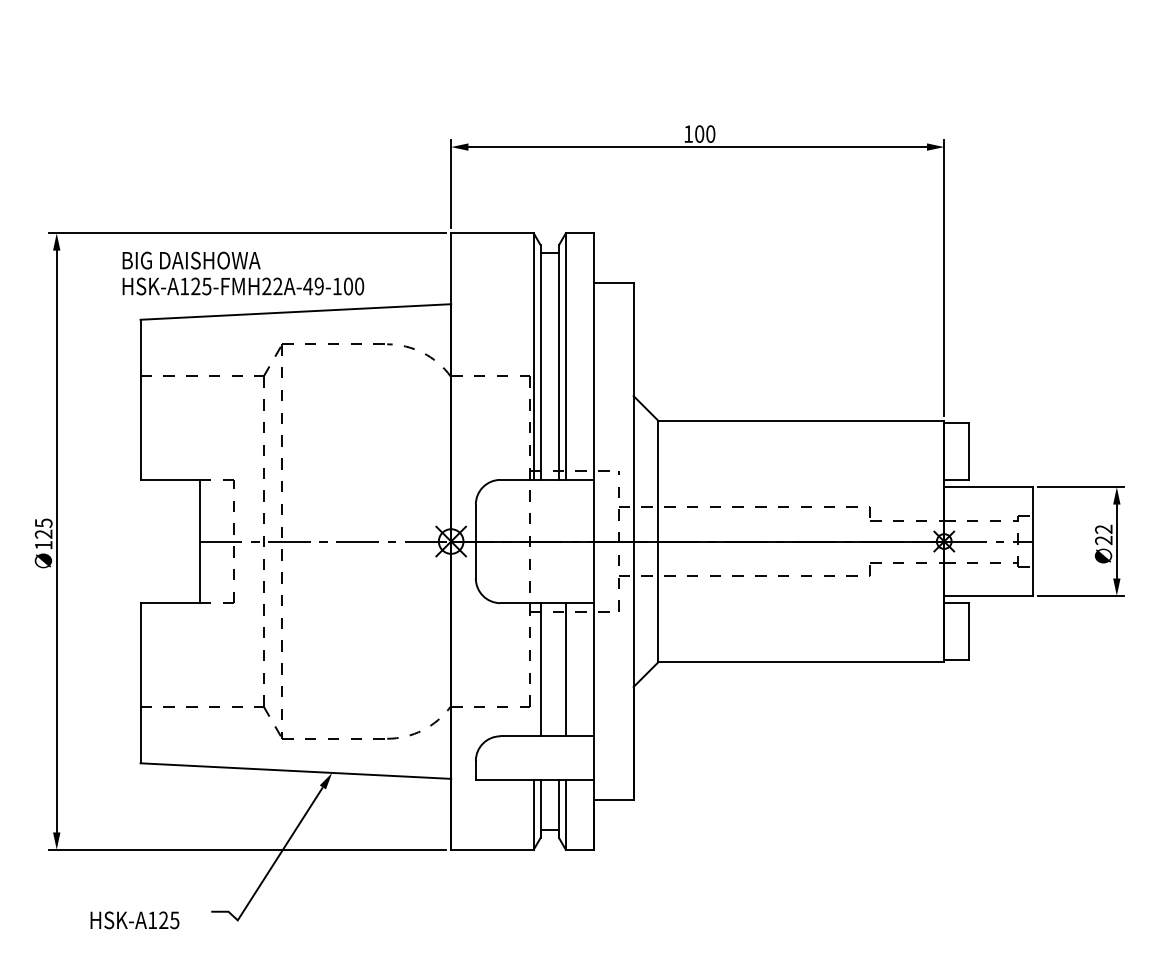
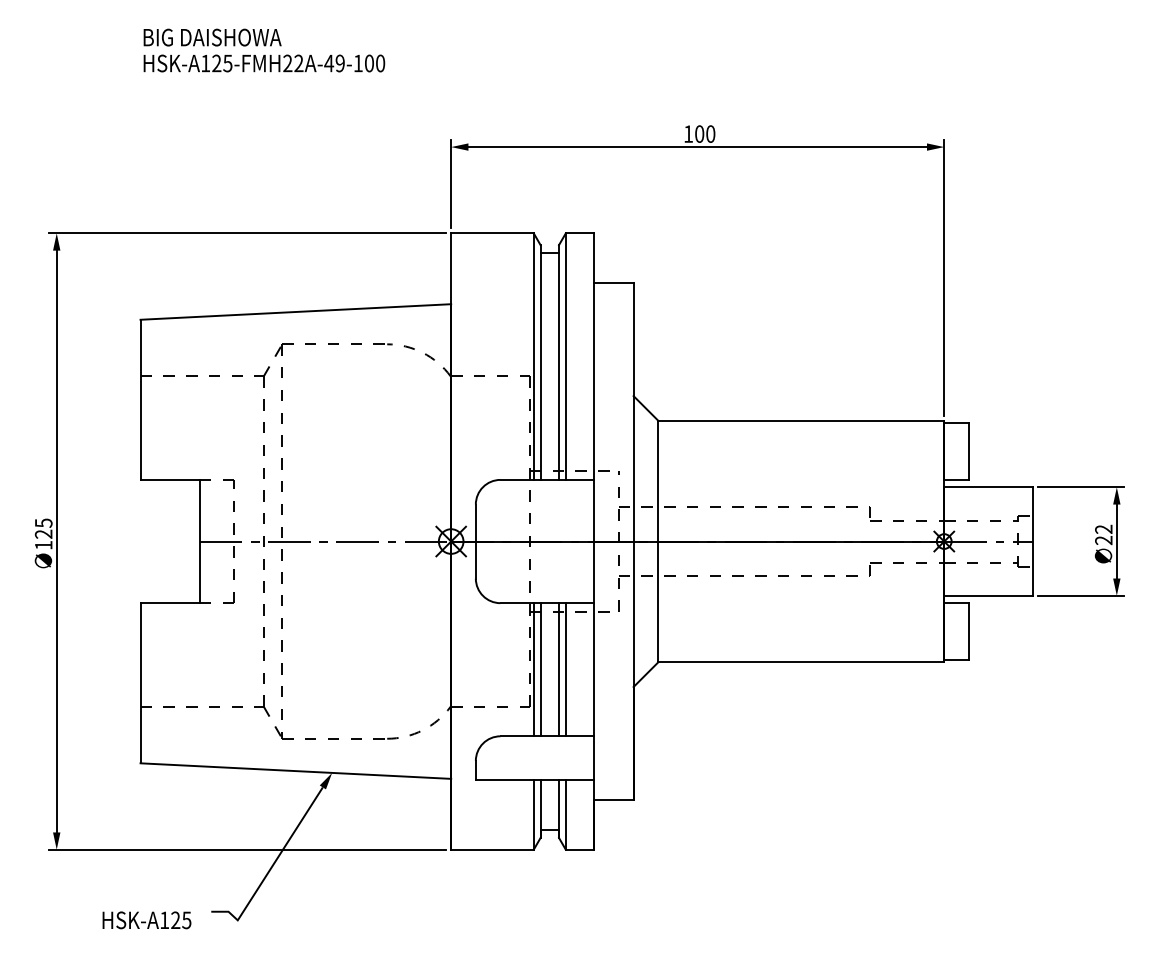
text at (243, 273) position: (243, 273) -> (264, 50)
line at (533, 669): none -> present
line at (559, 669): none -> present
text at (134, 920) position: (134, 920) -> (146, 920)
